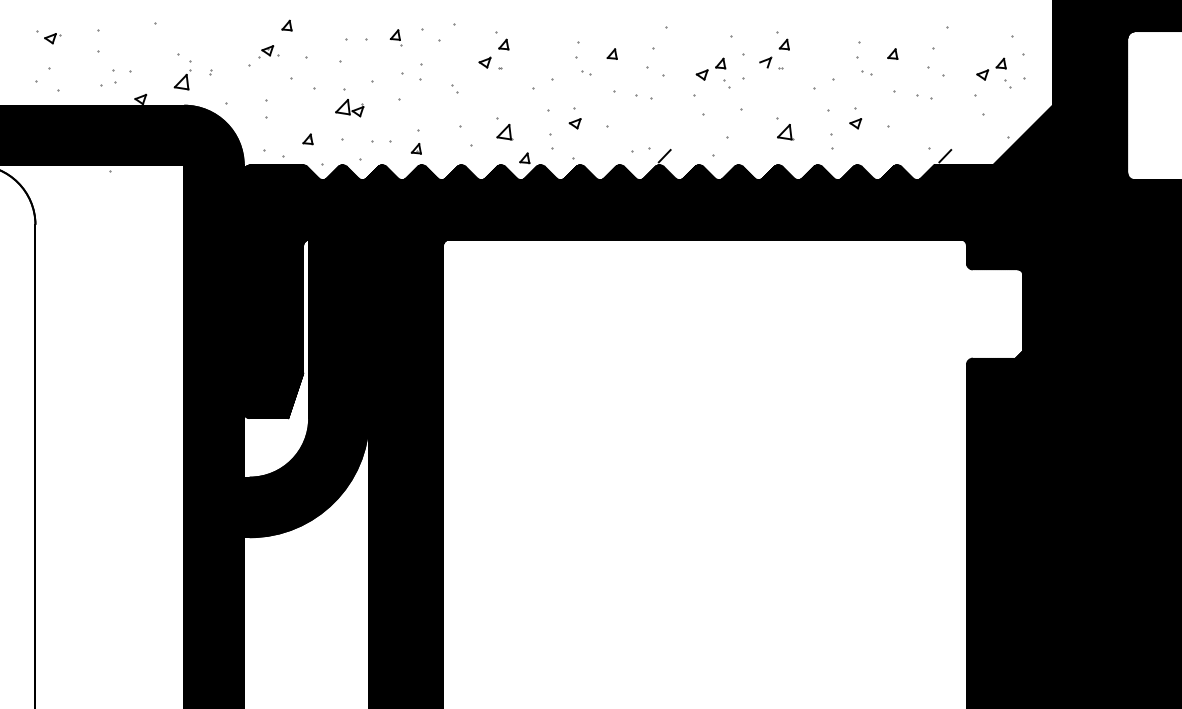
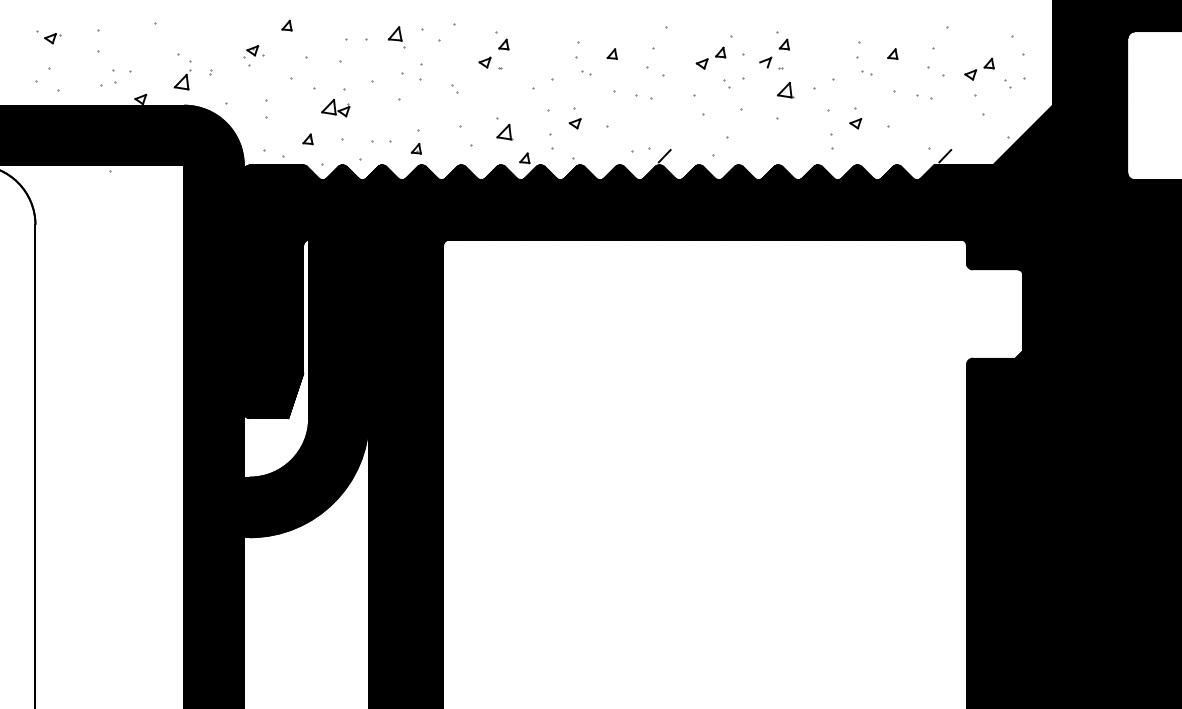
part at (395, 37) size: 14x18 px -> 19x23 px
part at (268, 51) position: (268, 51) -> (253, 51)
part at (710, 68) position: (710, 68) -> (710, 57)
part at (991, 68) position: (991, 68) -> (979, 68)
part at (349, 108) position: (349, 108) -> (335, 108)
part at (785, 132) position: (785, 132) -> (785, 90)
